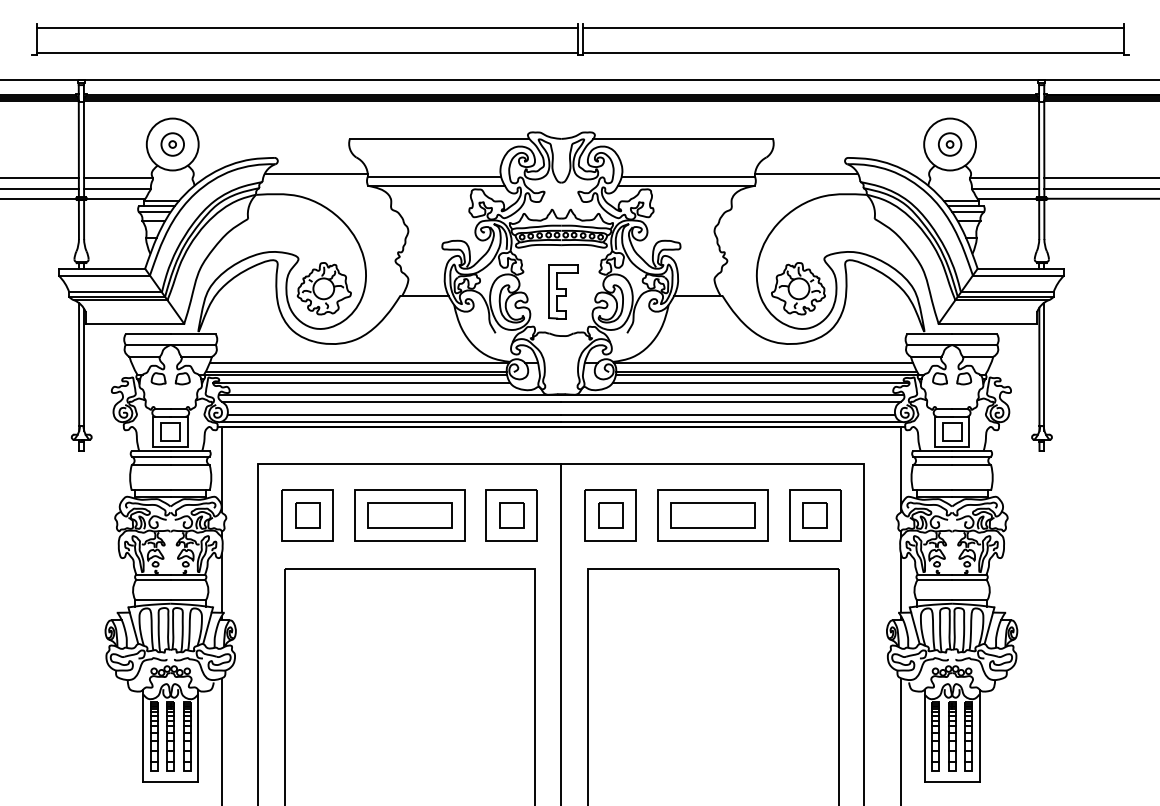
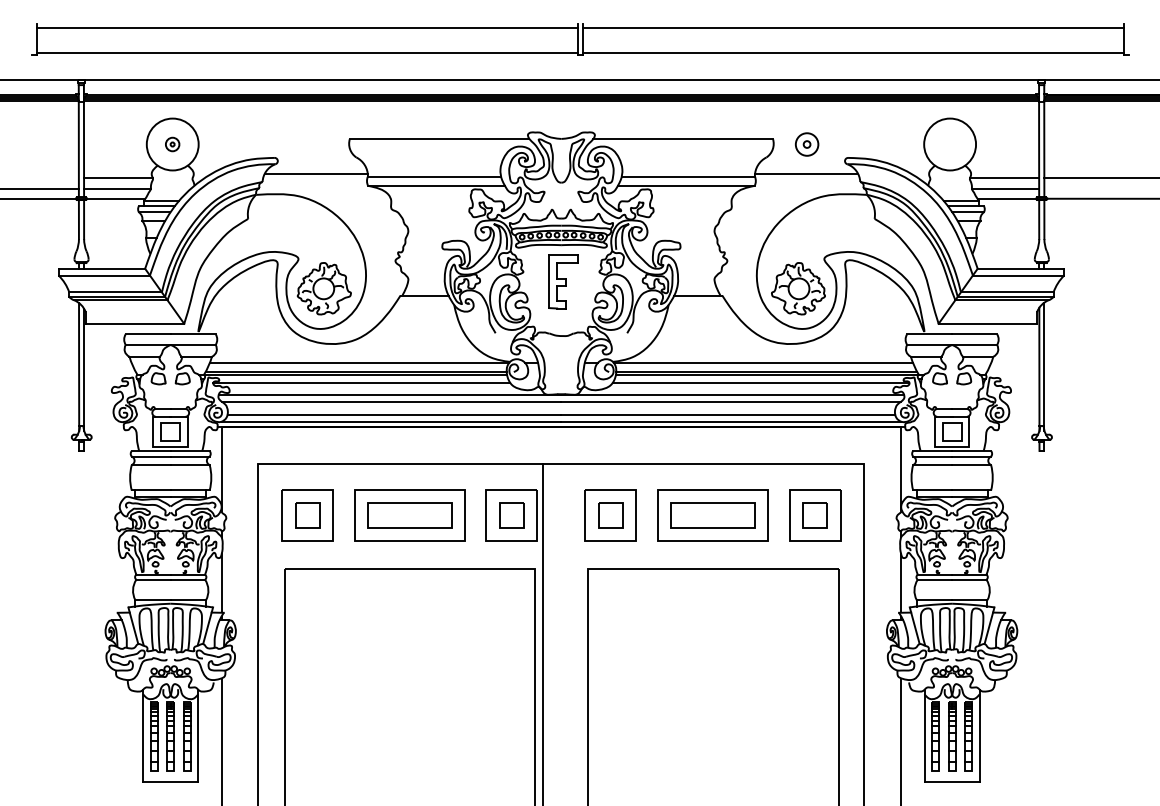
part at (172, 144) size: 25x25 px -> 16x17 px
part at (950, 144) position: (950, 144) -> (807, 144)
line at (40, 178): present -> none
line at (1100, 188): present -> none
part at (563, 291) position: (563, 291) -> (563, 281)
line at (561, 632) position: (561, 632) -> (543, 632)
